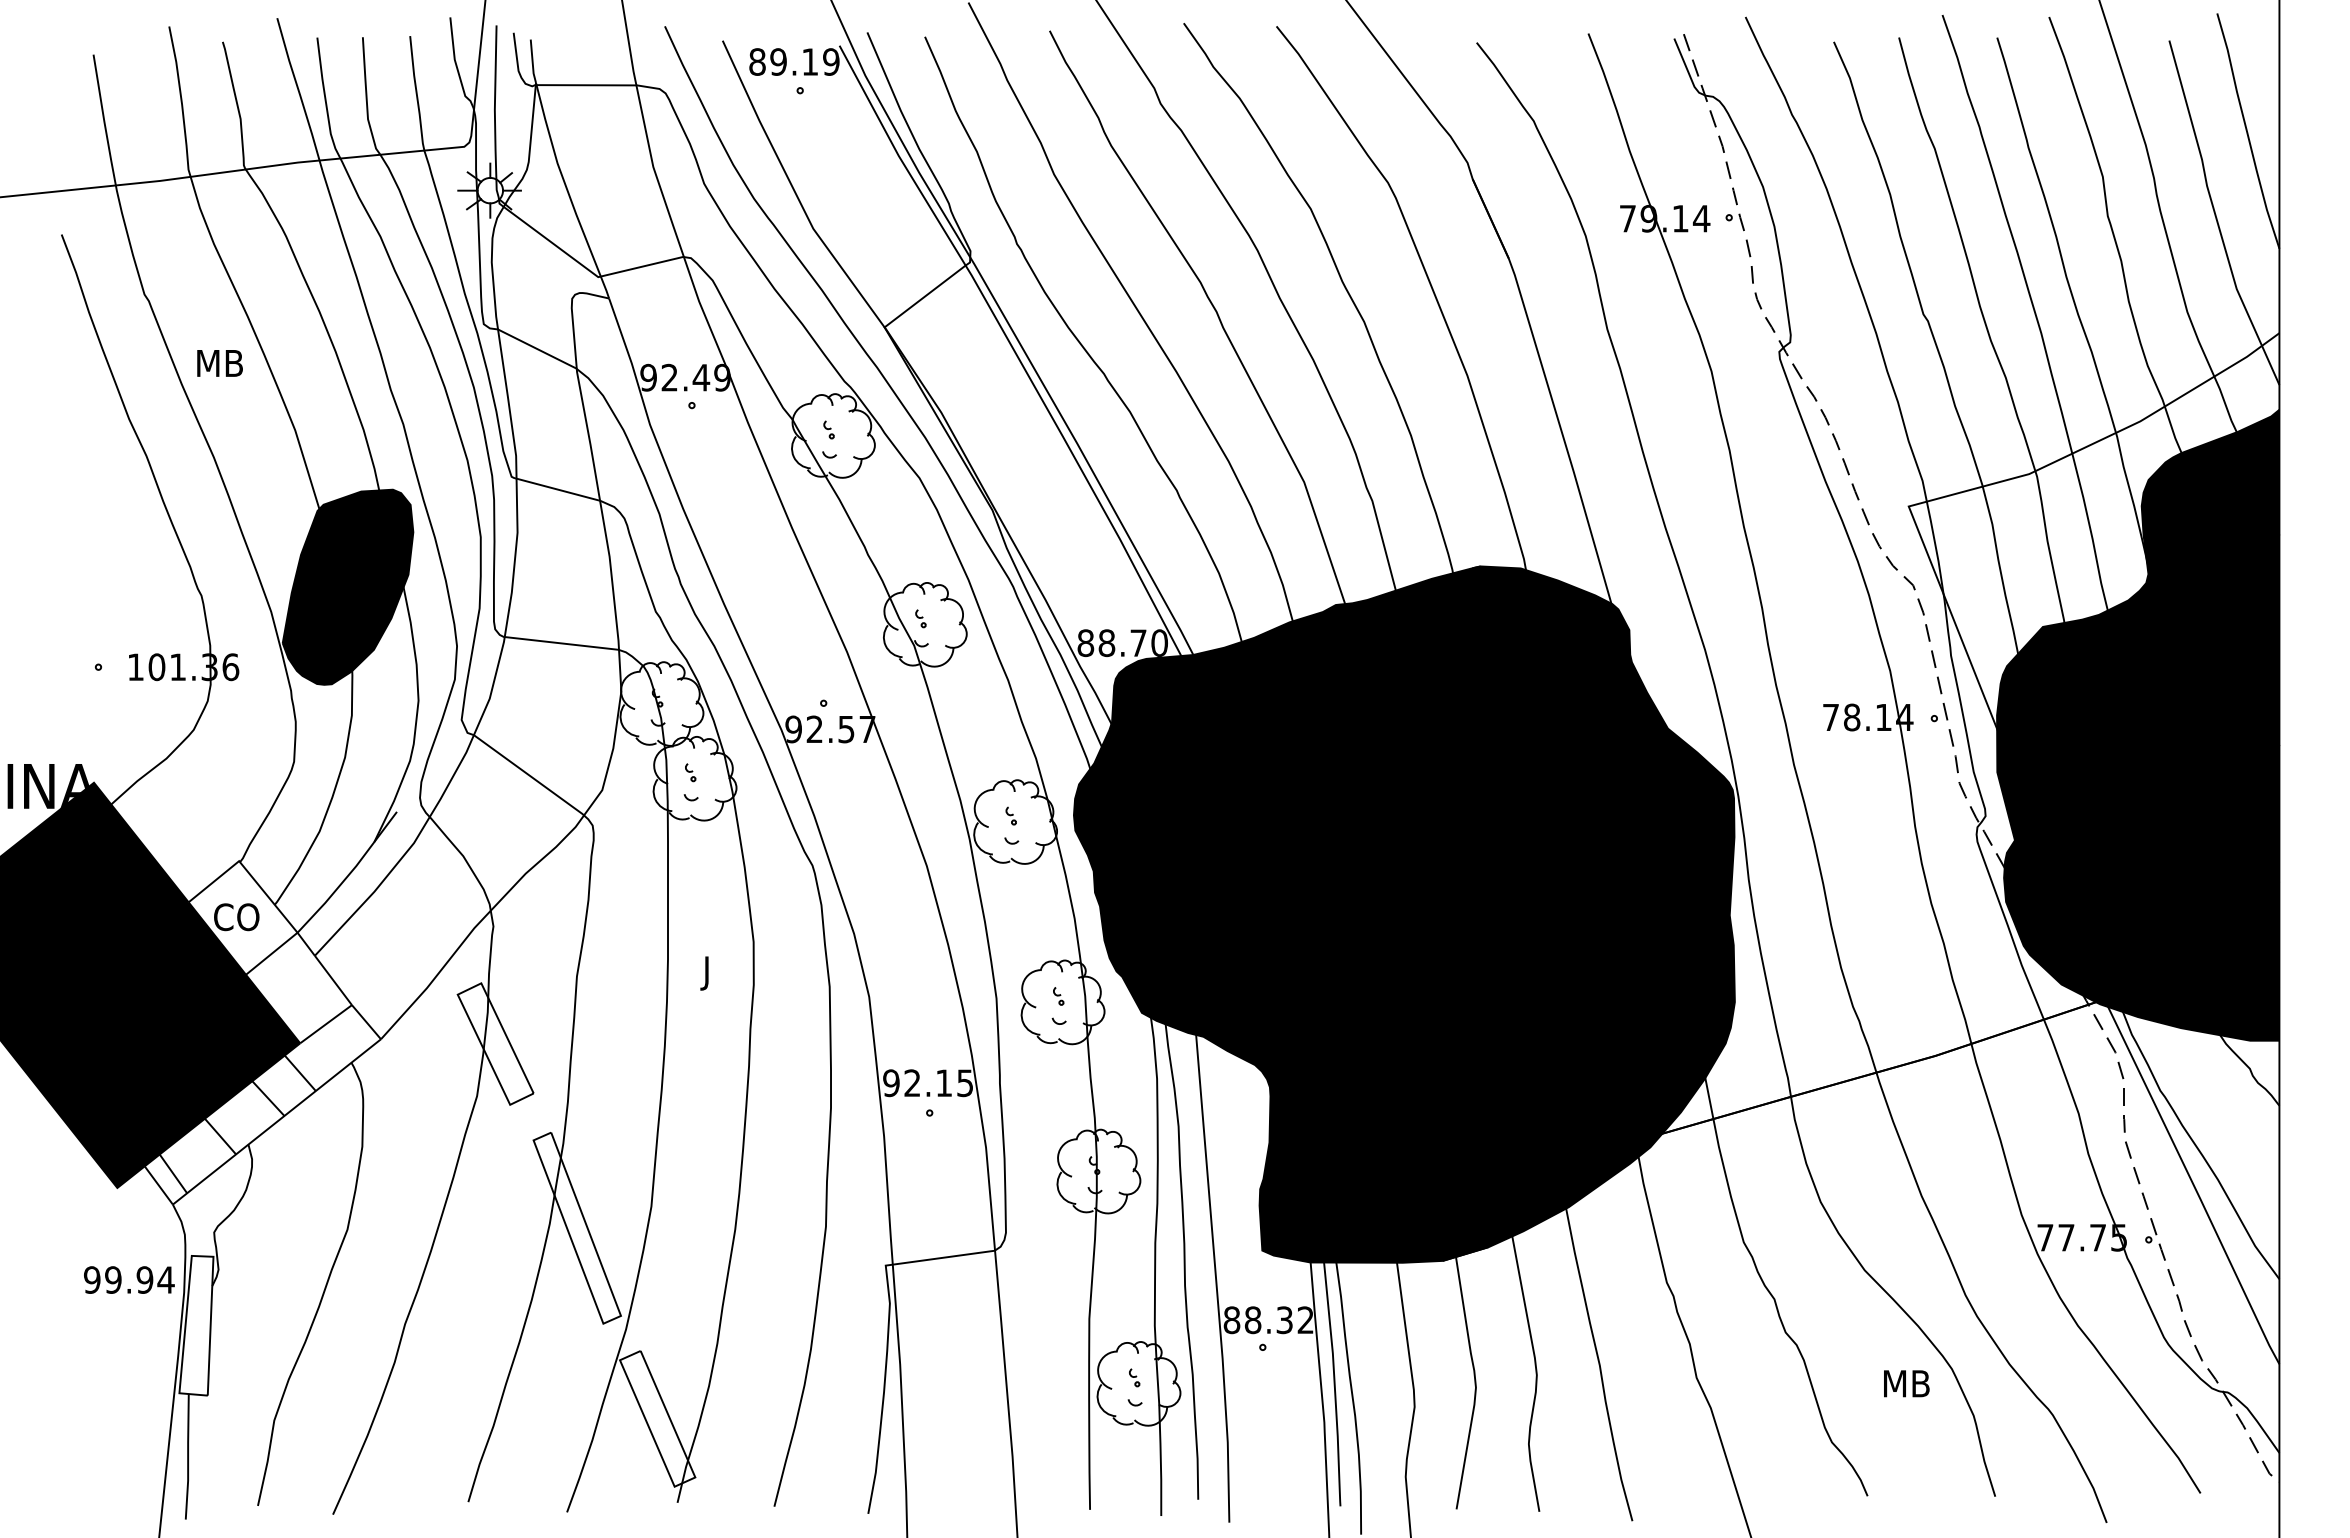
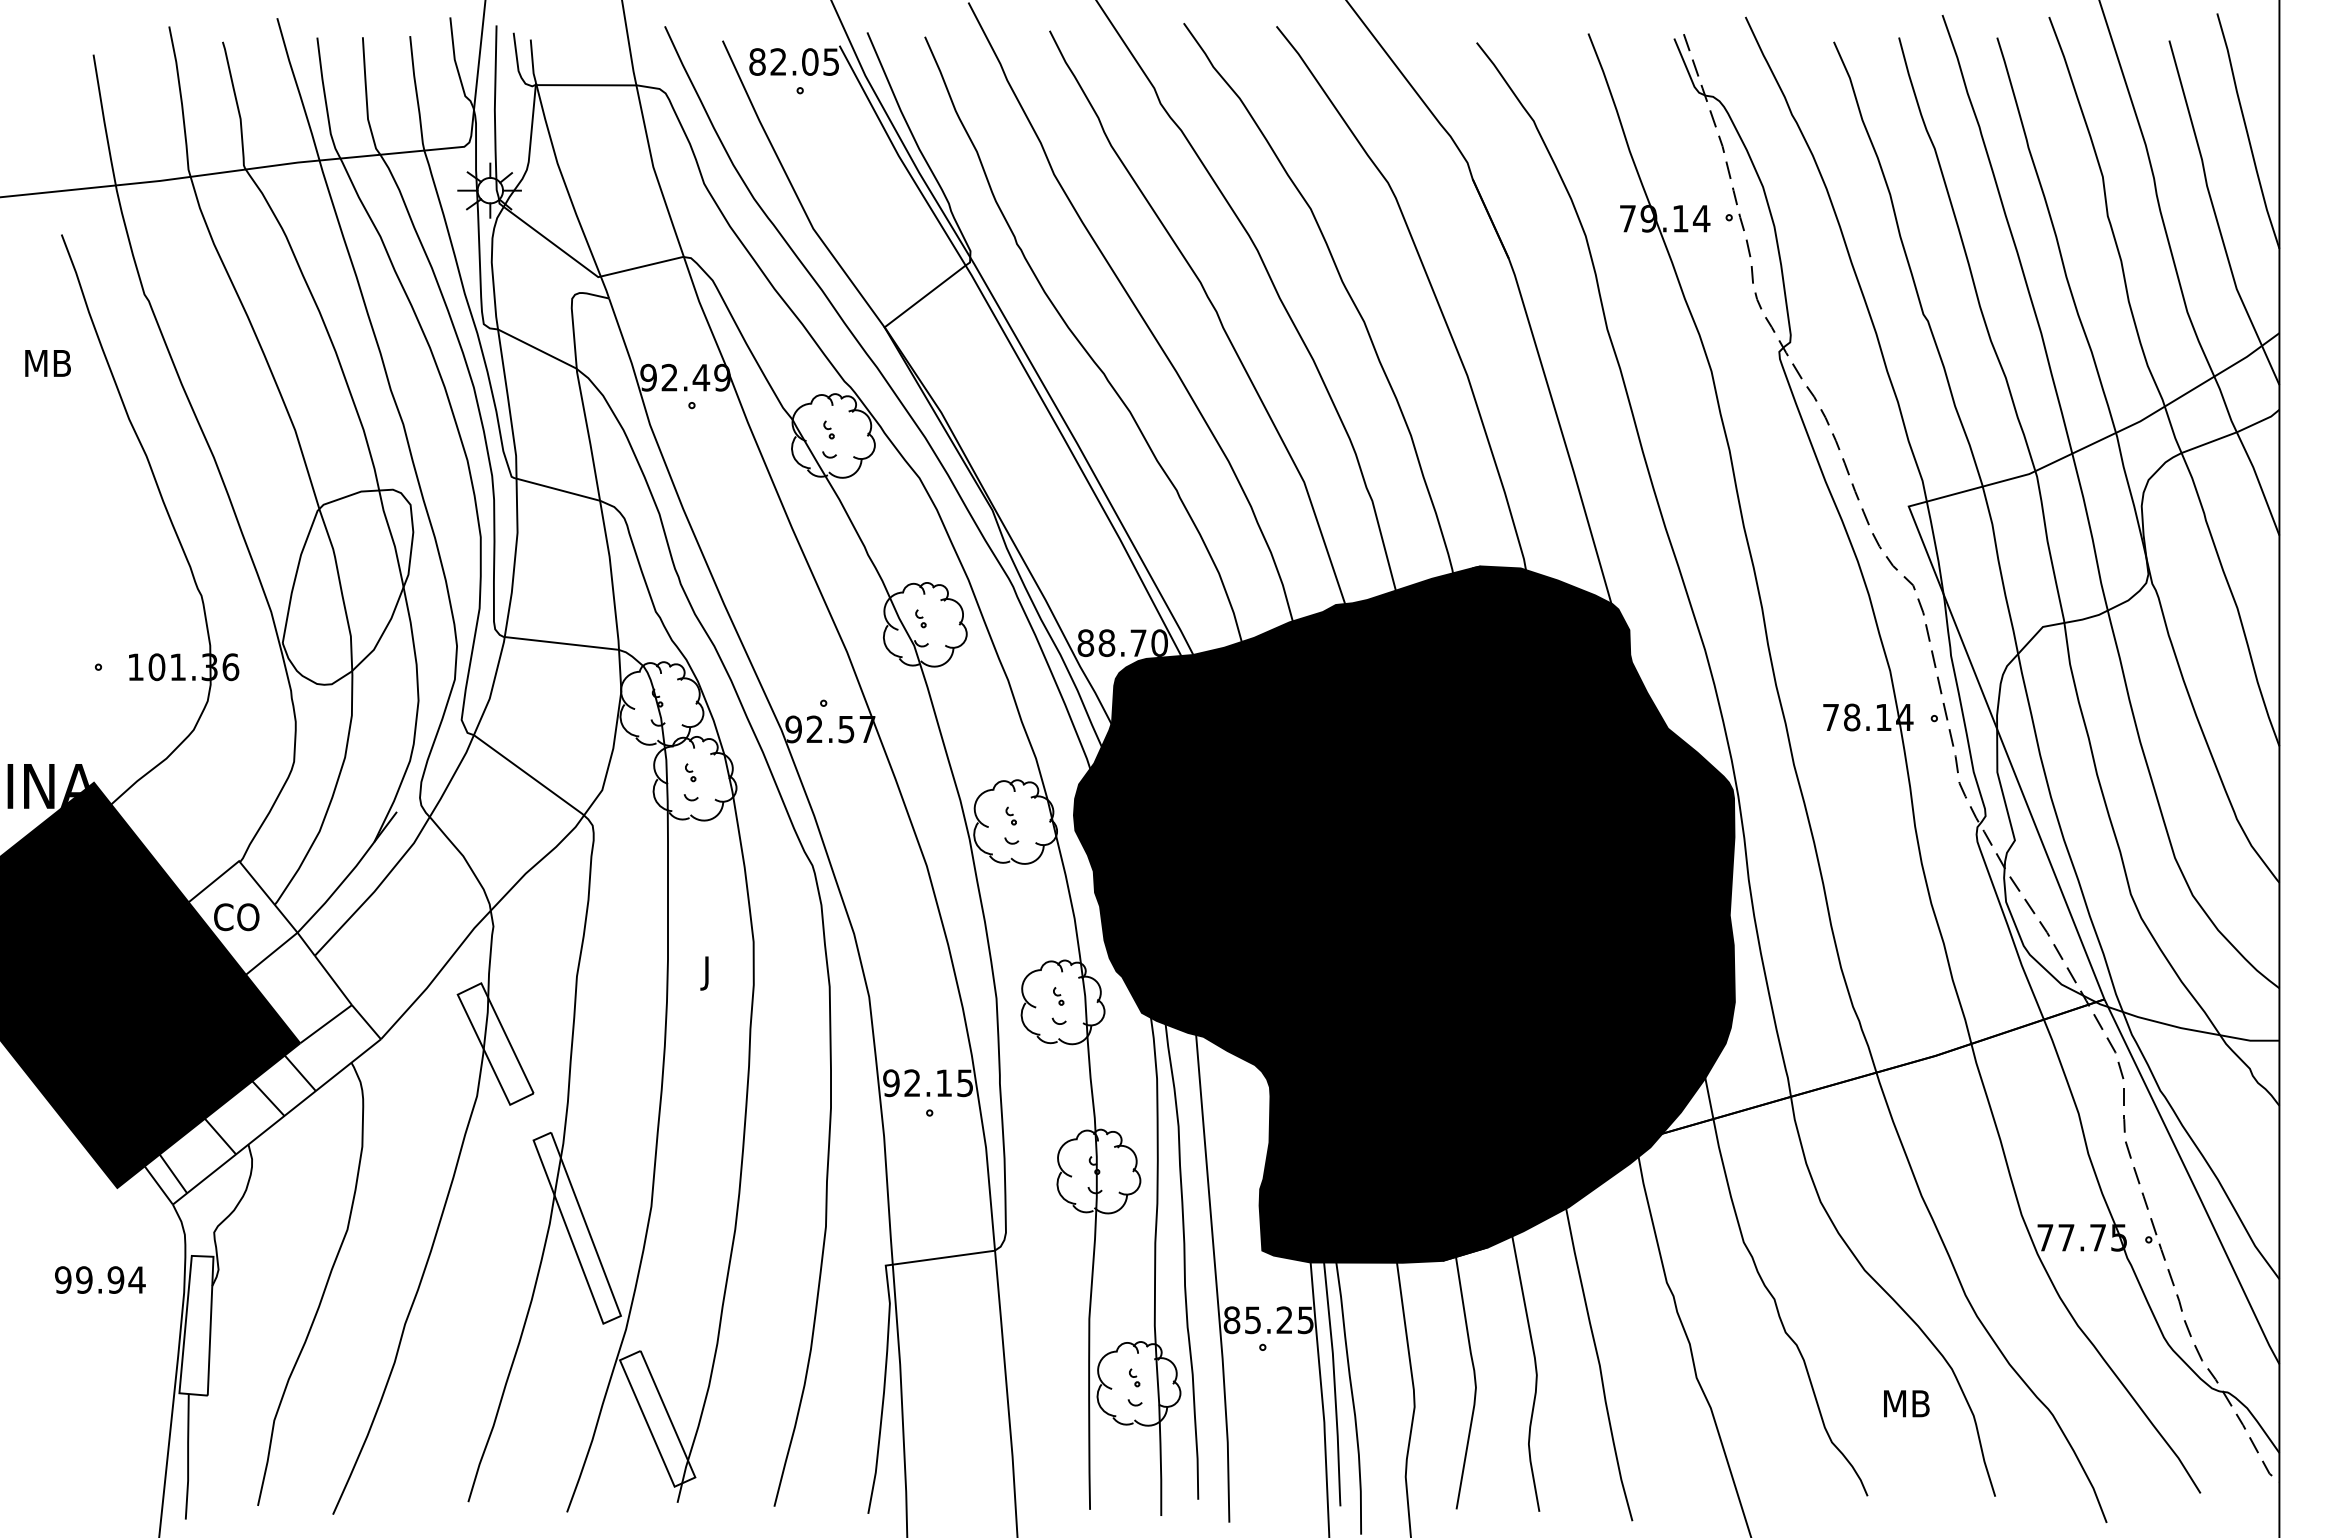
text at (804, 61): 89.19 -> 82.05
text at (219, 363) position: (219, 363) -> (47, 363)
fill at (347, 586): present -> none
fill at (2138, 724): present -> none
text at (129, 1279) position: (129, 1279) -> (100, 1279)
text at (1278, 1320): 88.32 -> 85.25
text at (1906, 1383) position: (1906, 1383) -> (1906, 1403)
